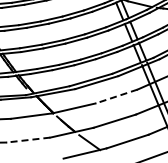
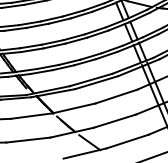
line at (116, 96): dashed -> solid
line at (27, 140): dashed -> solid
